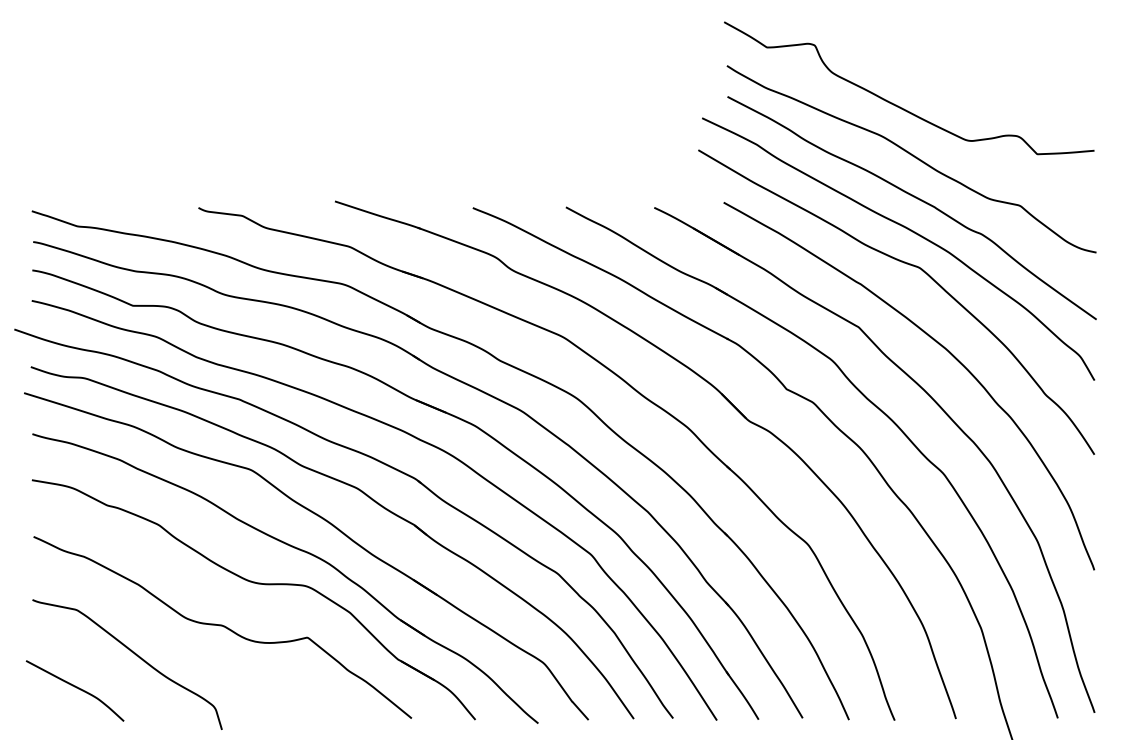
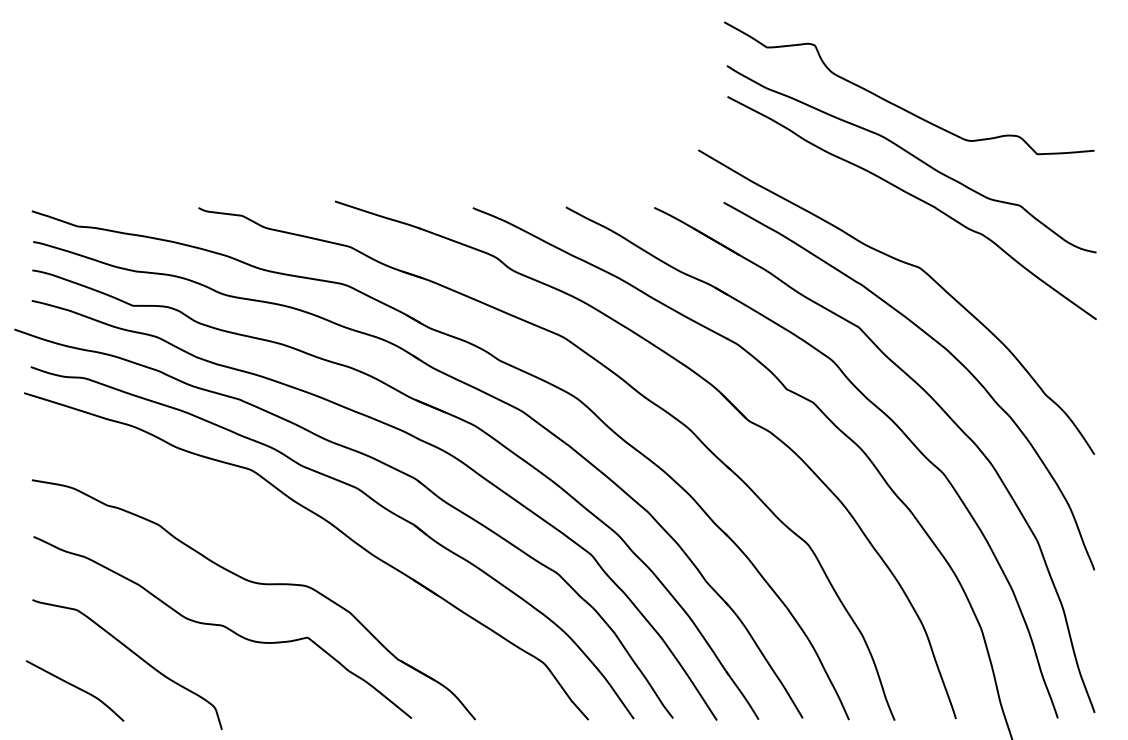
curve at (908, 230): present -> none
part at (296, 549): present -> none
